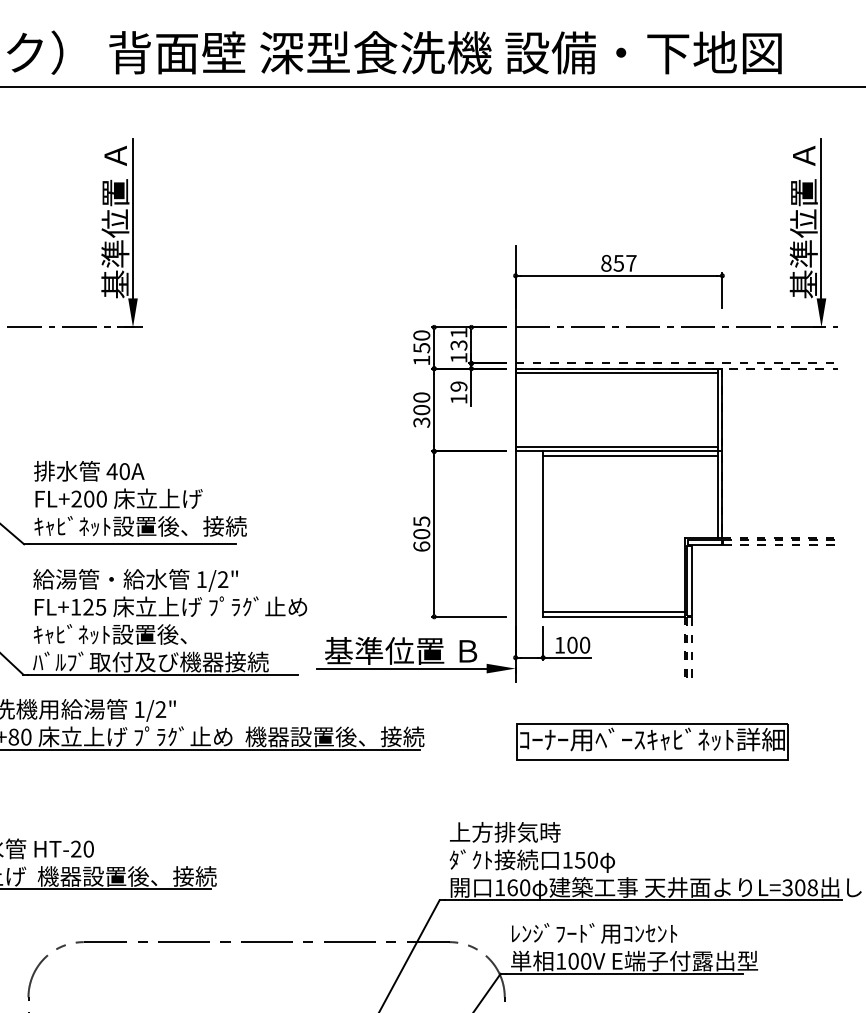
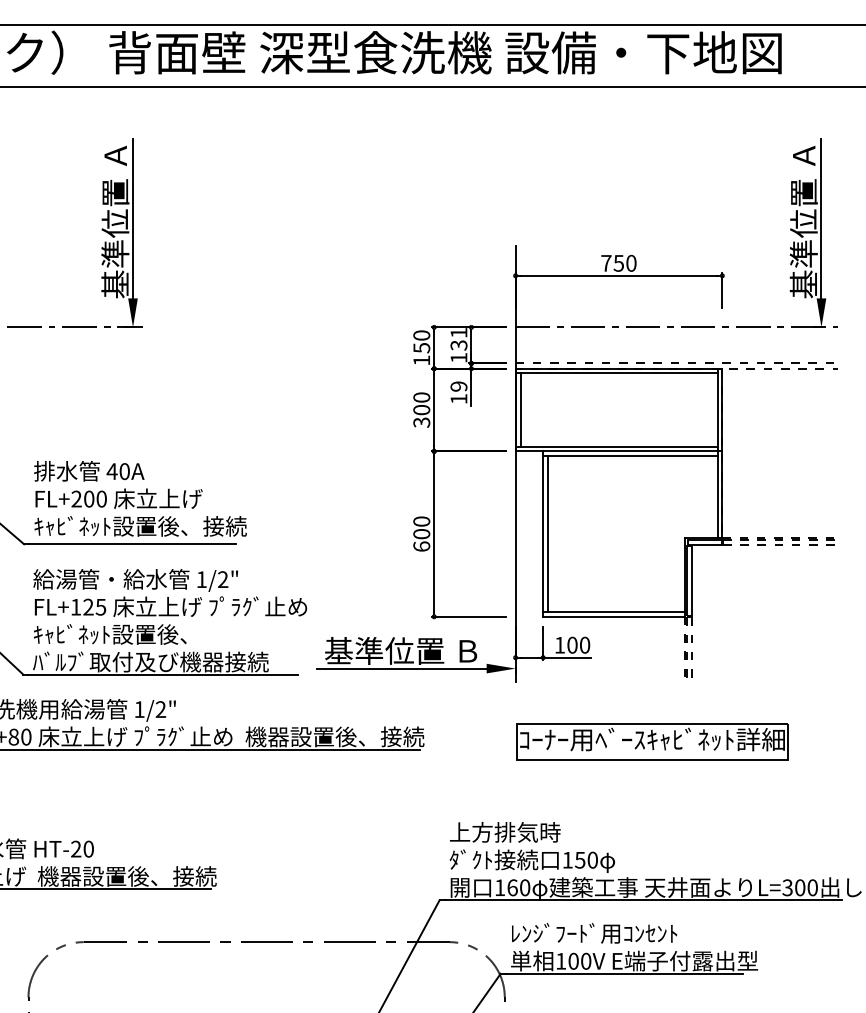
line at (432, 24): none -> present
text at (618, 262): 857 -> 750
line at (520, 410): none -> present
text at (421, 521): 605 -> 600
line at (547, 533): none -> present
text at (812, 887): L=308 -> L=300
